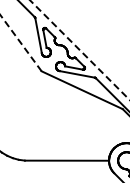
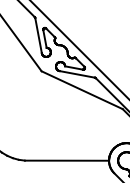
line at (21, 43): dashed -> solid
line at (80, 50): dashed -> solid
